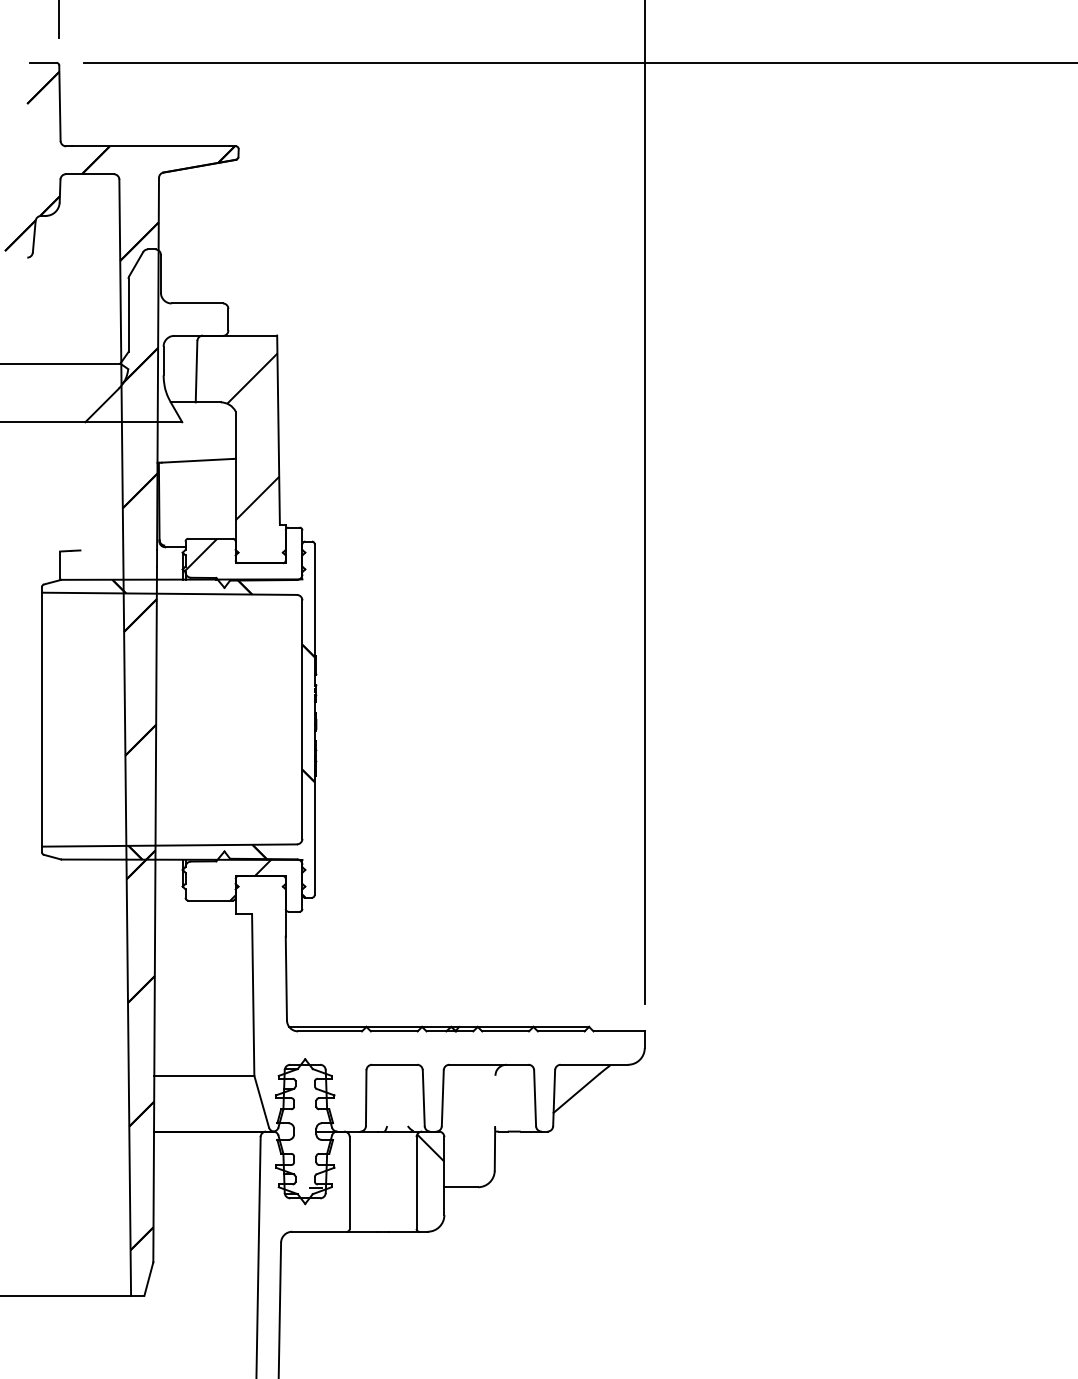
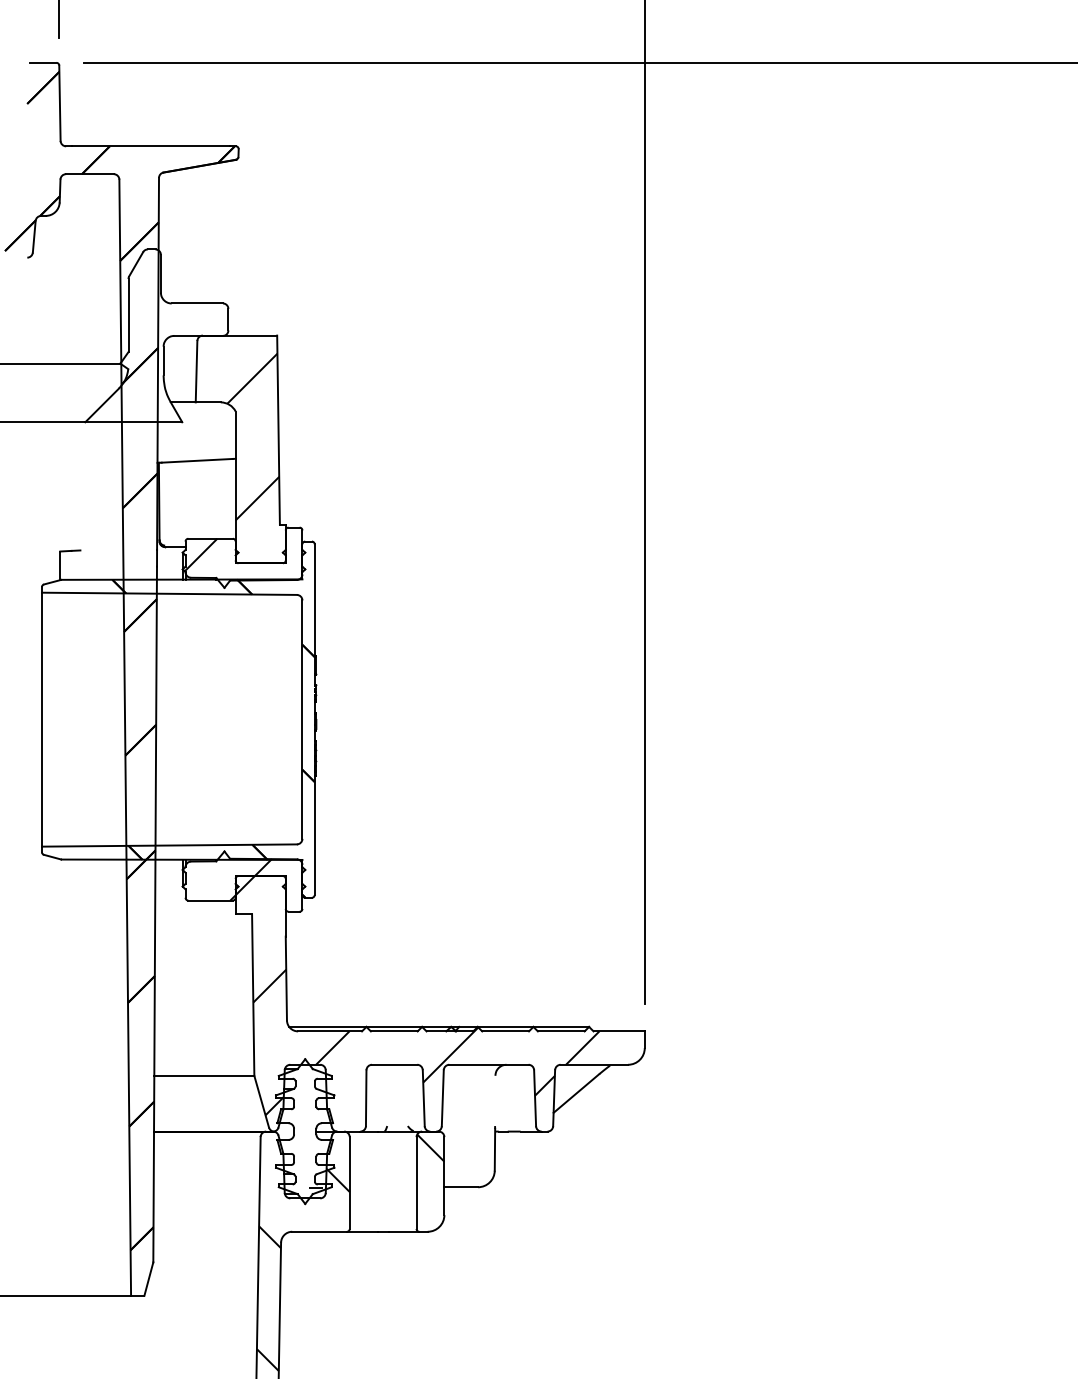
hatch at (417, 995): none -> present
hatch at (302, 1269): none -> present
